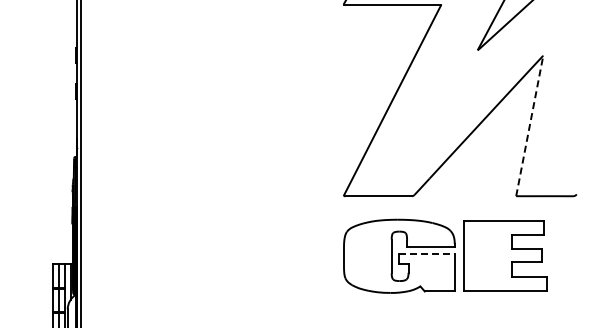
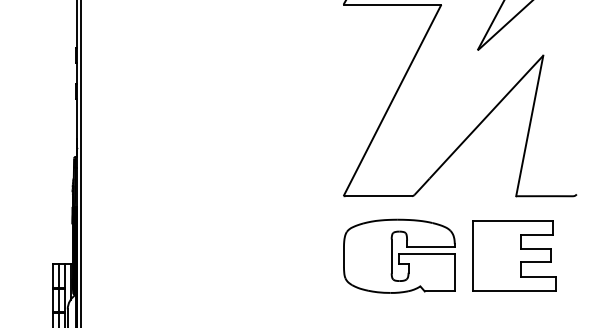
line at (529, 125): dashed -> solid
line at (426, 253): dashed -> solid
part at (505, 255) position: (505, 255) -> (514, 255)
